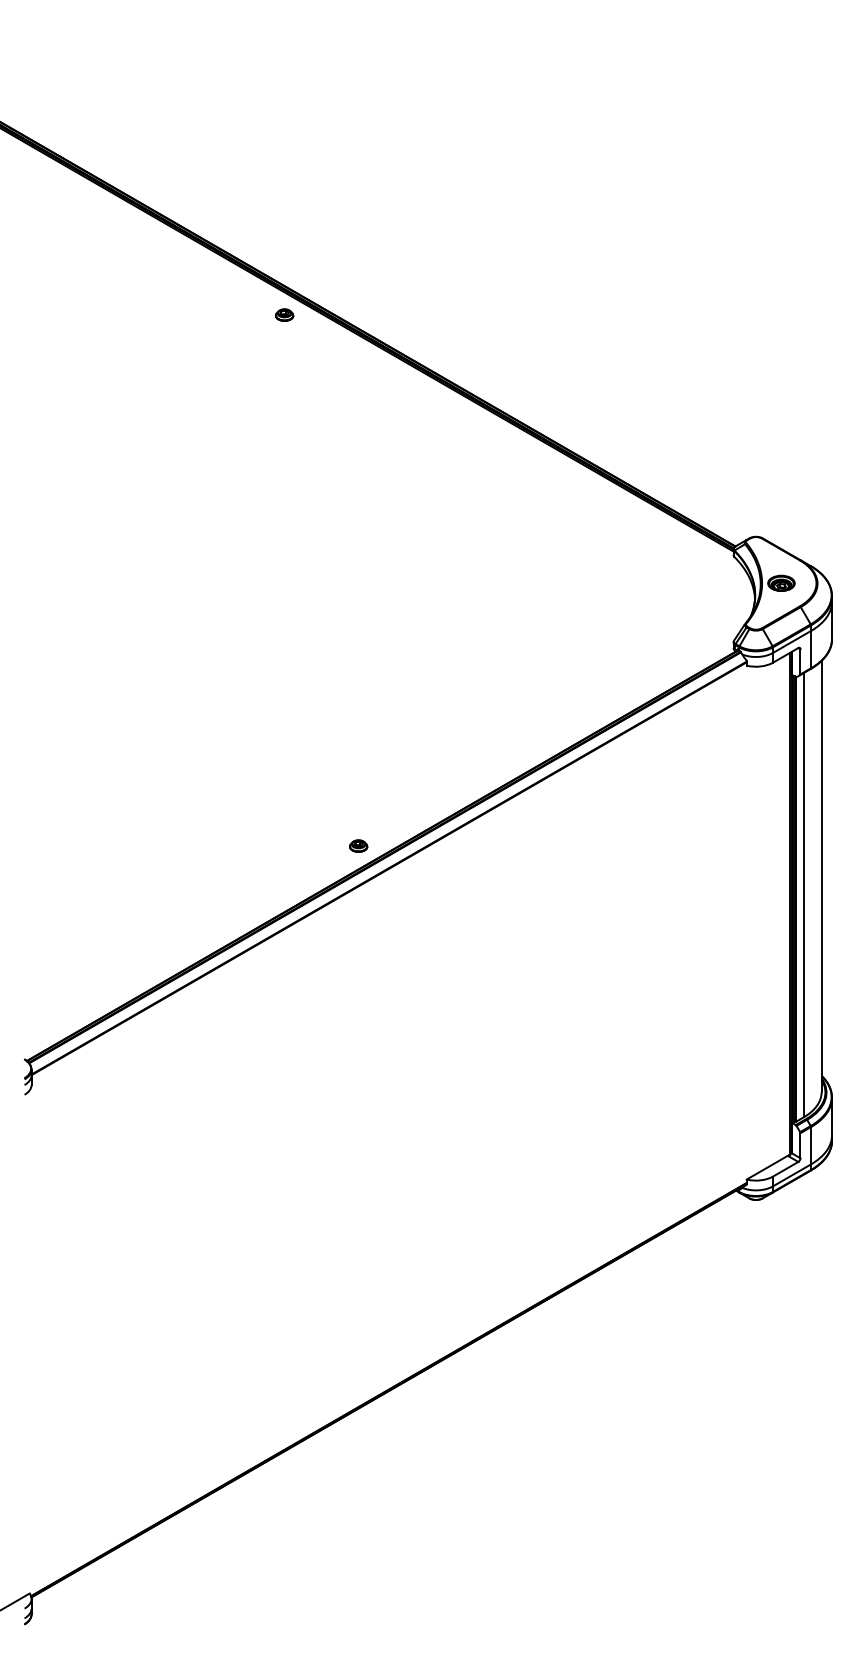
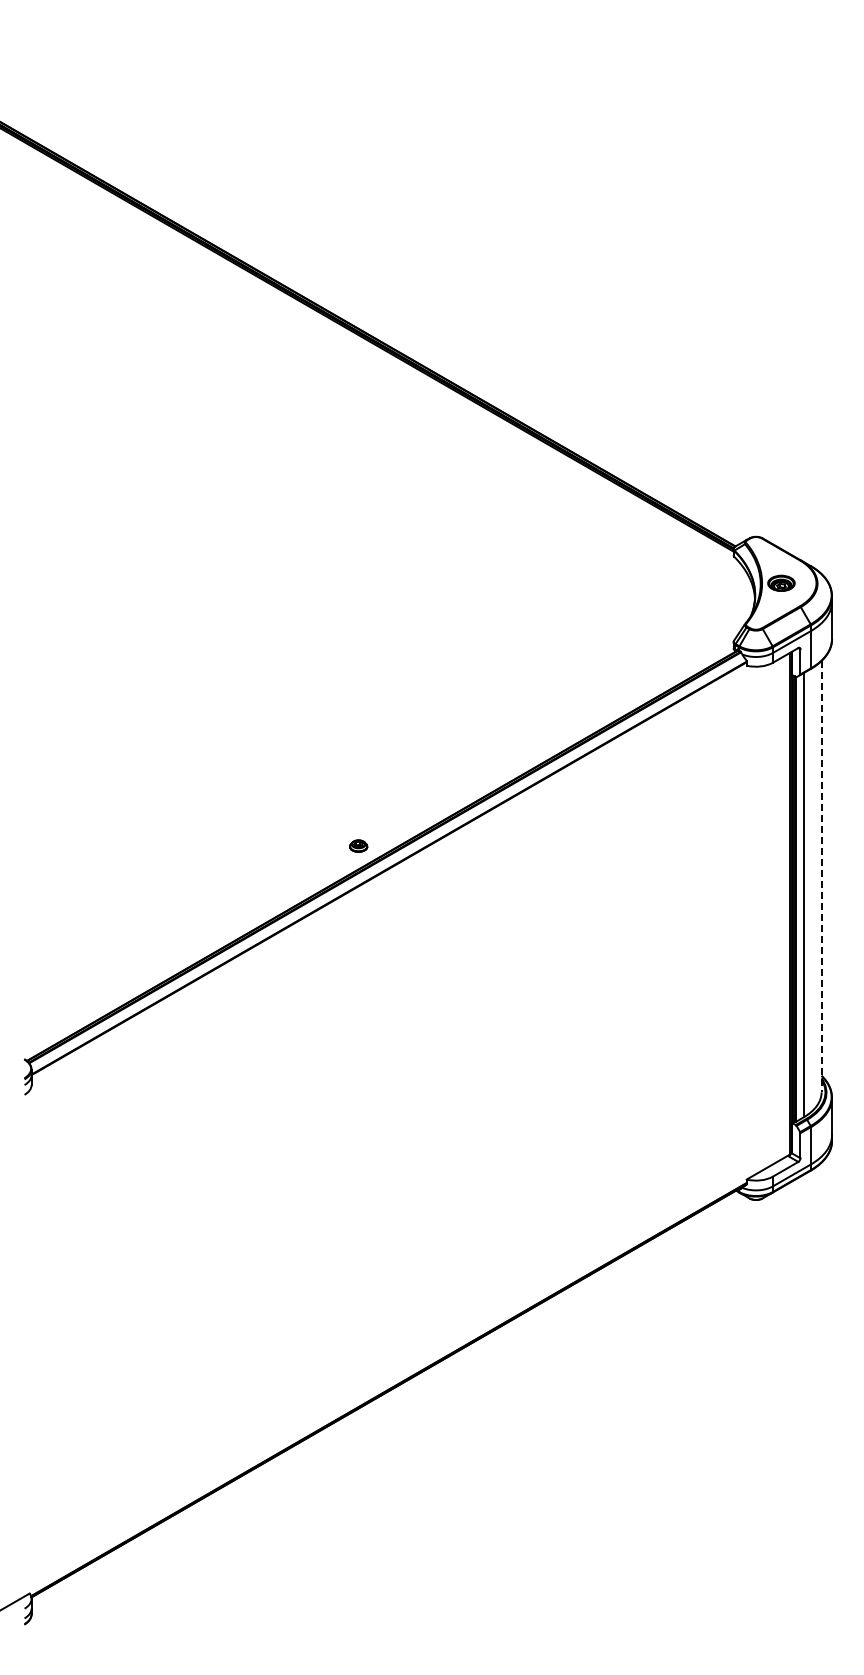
part at (284, 314): present -> none
line at (821, 876): solid -> dashed
